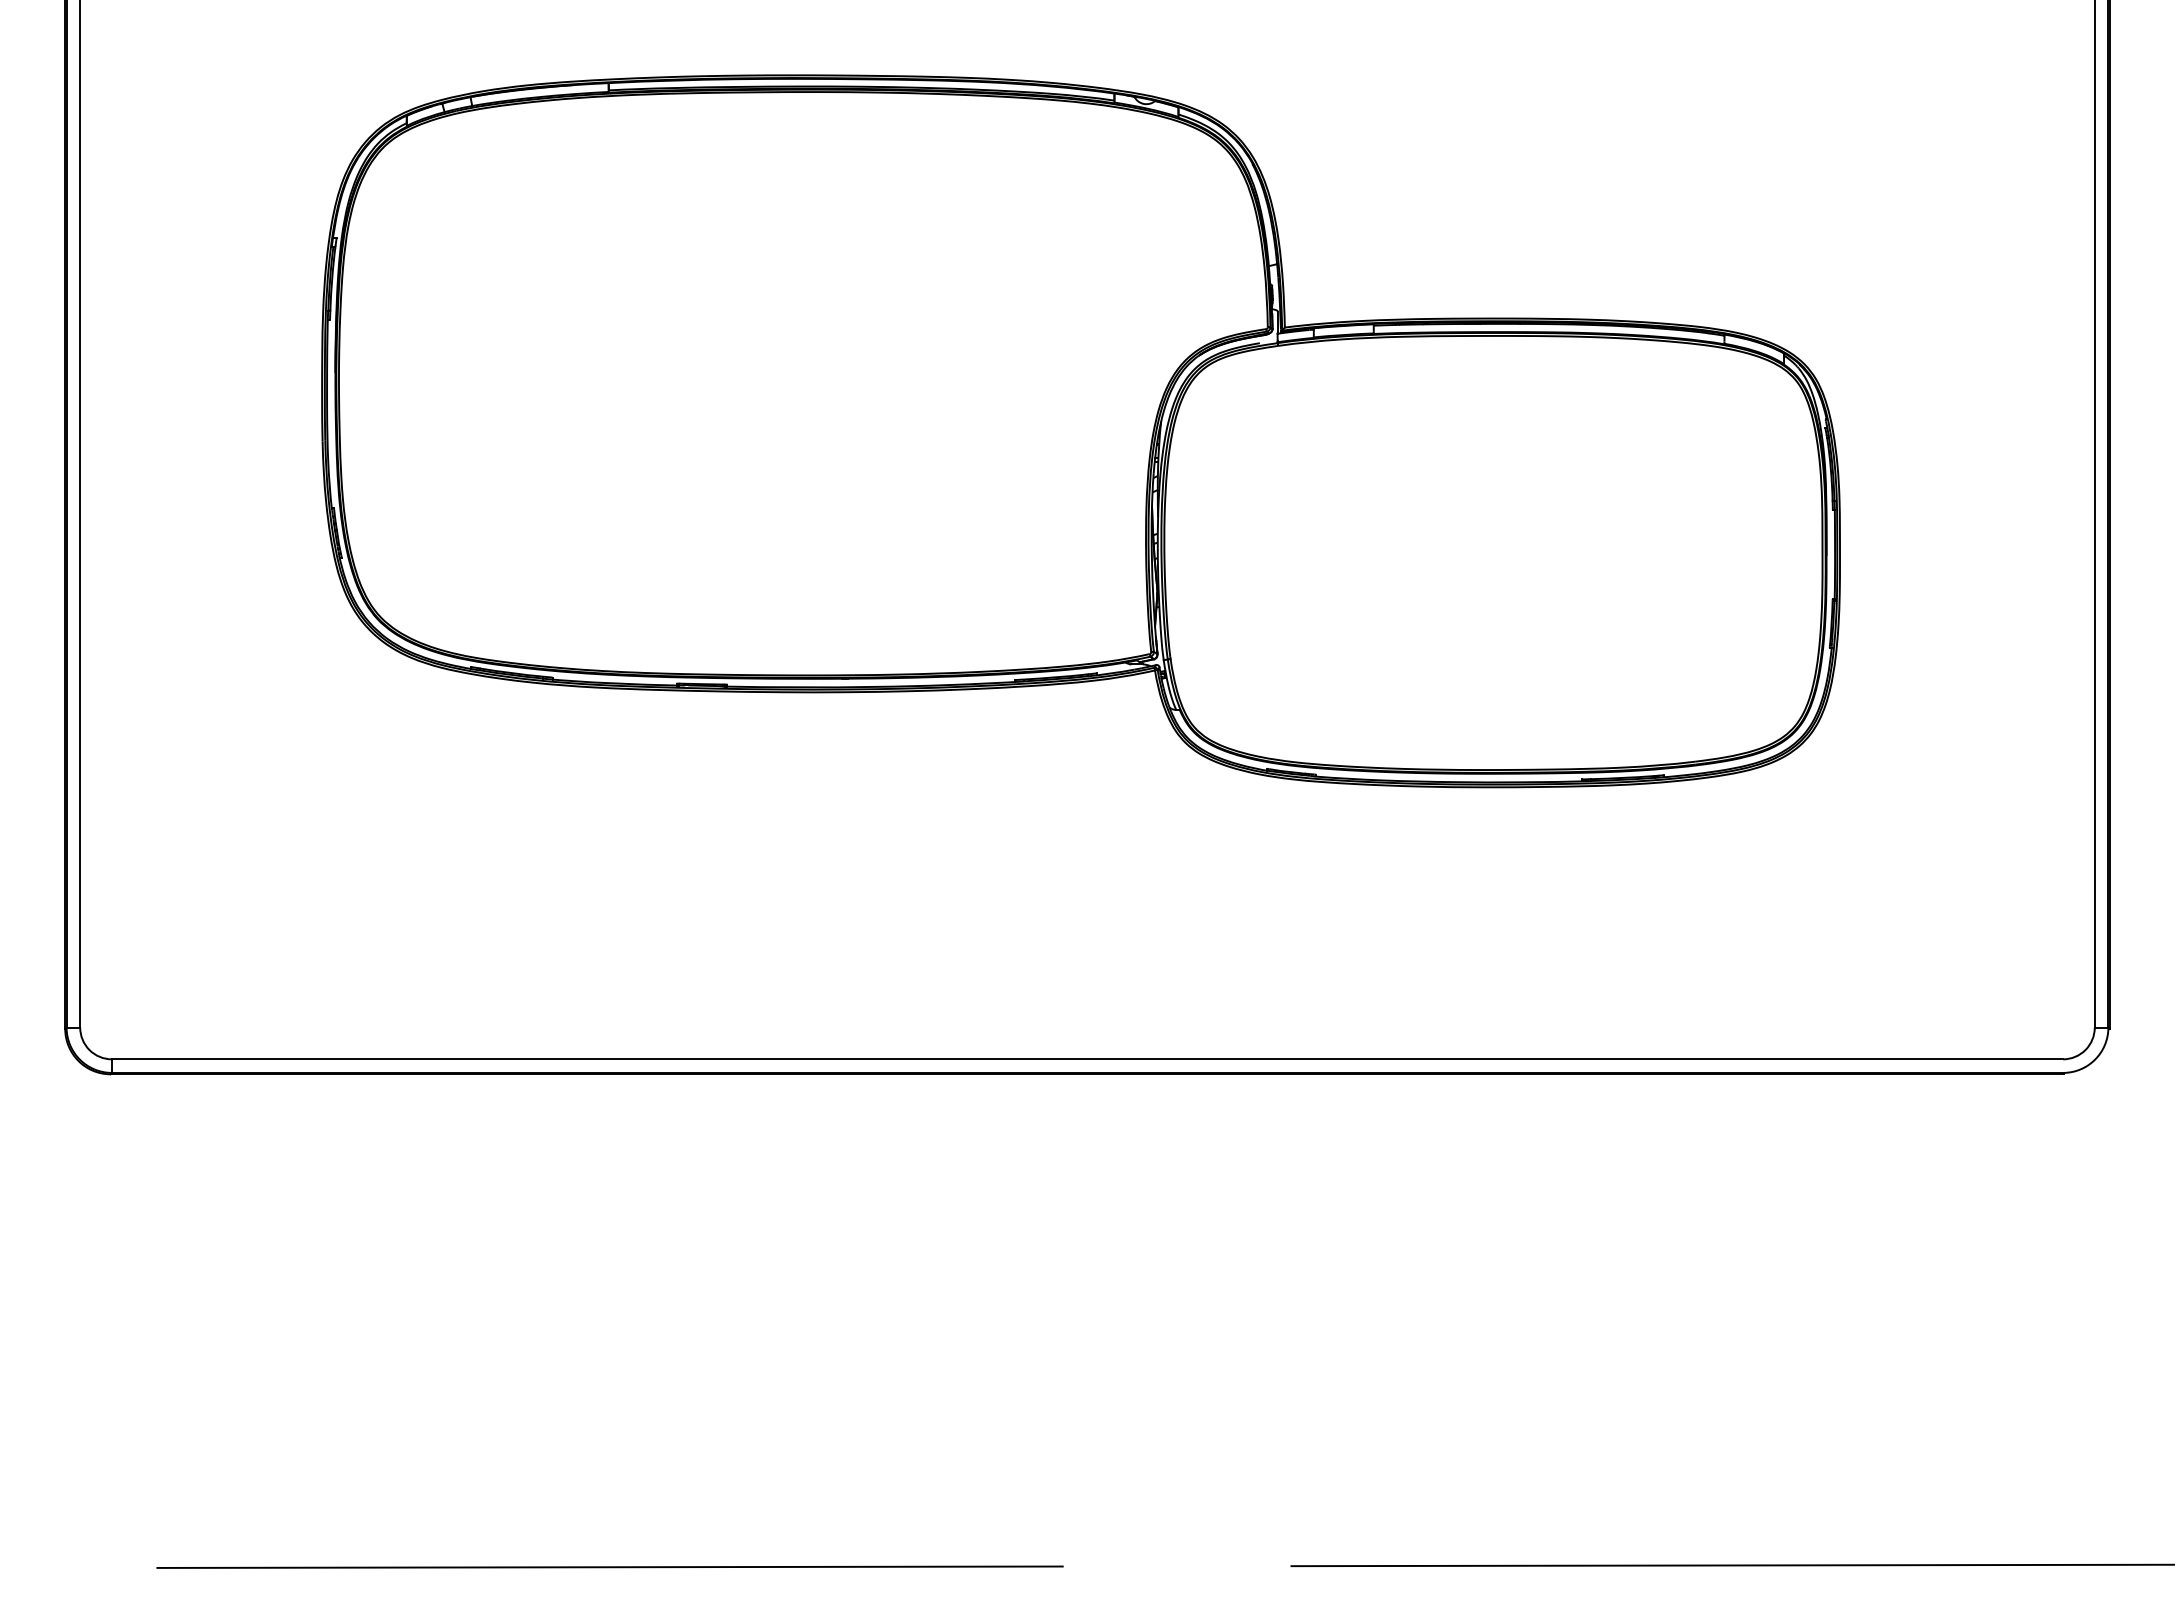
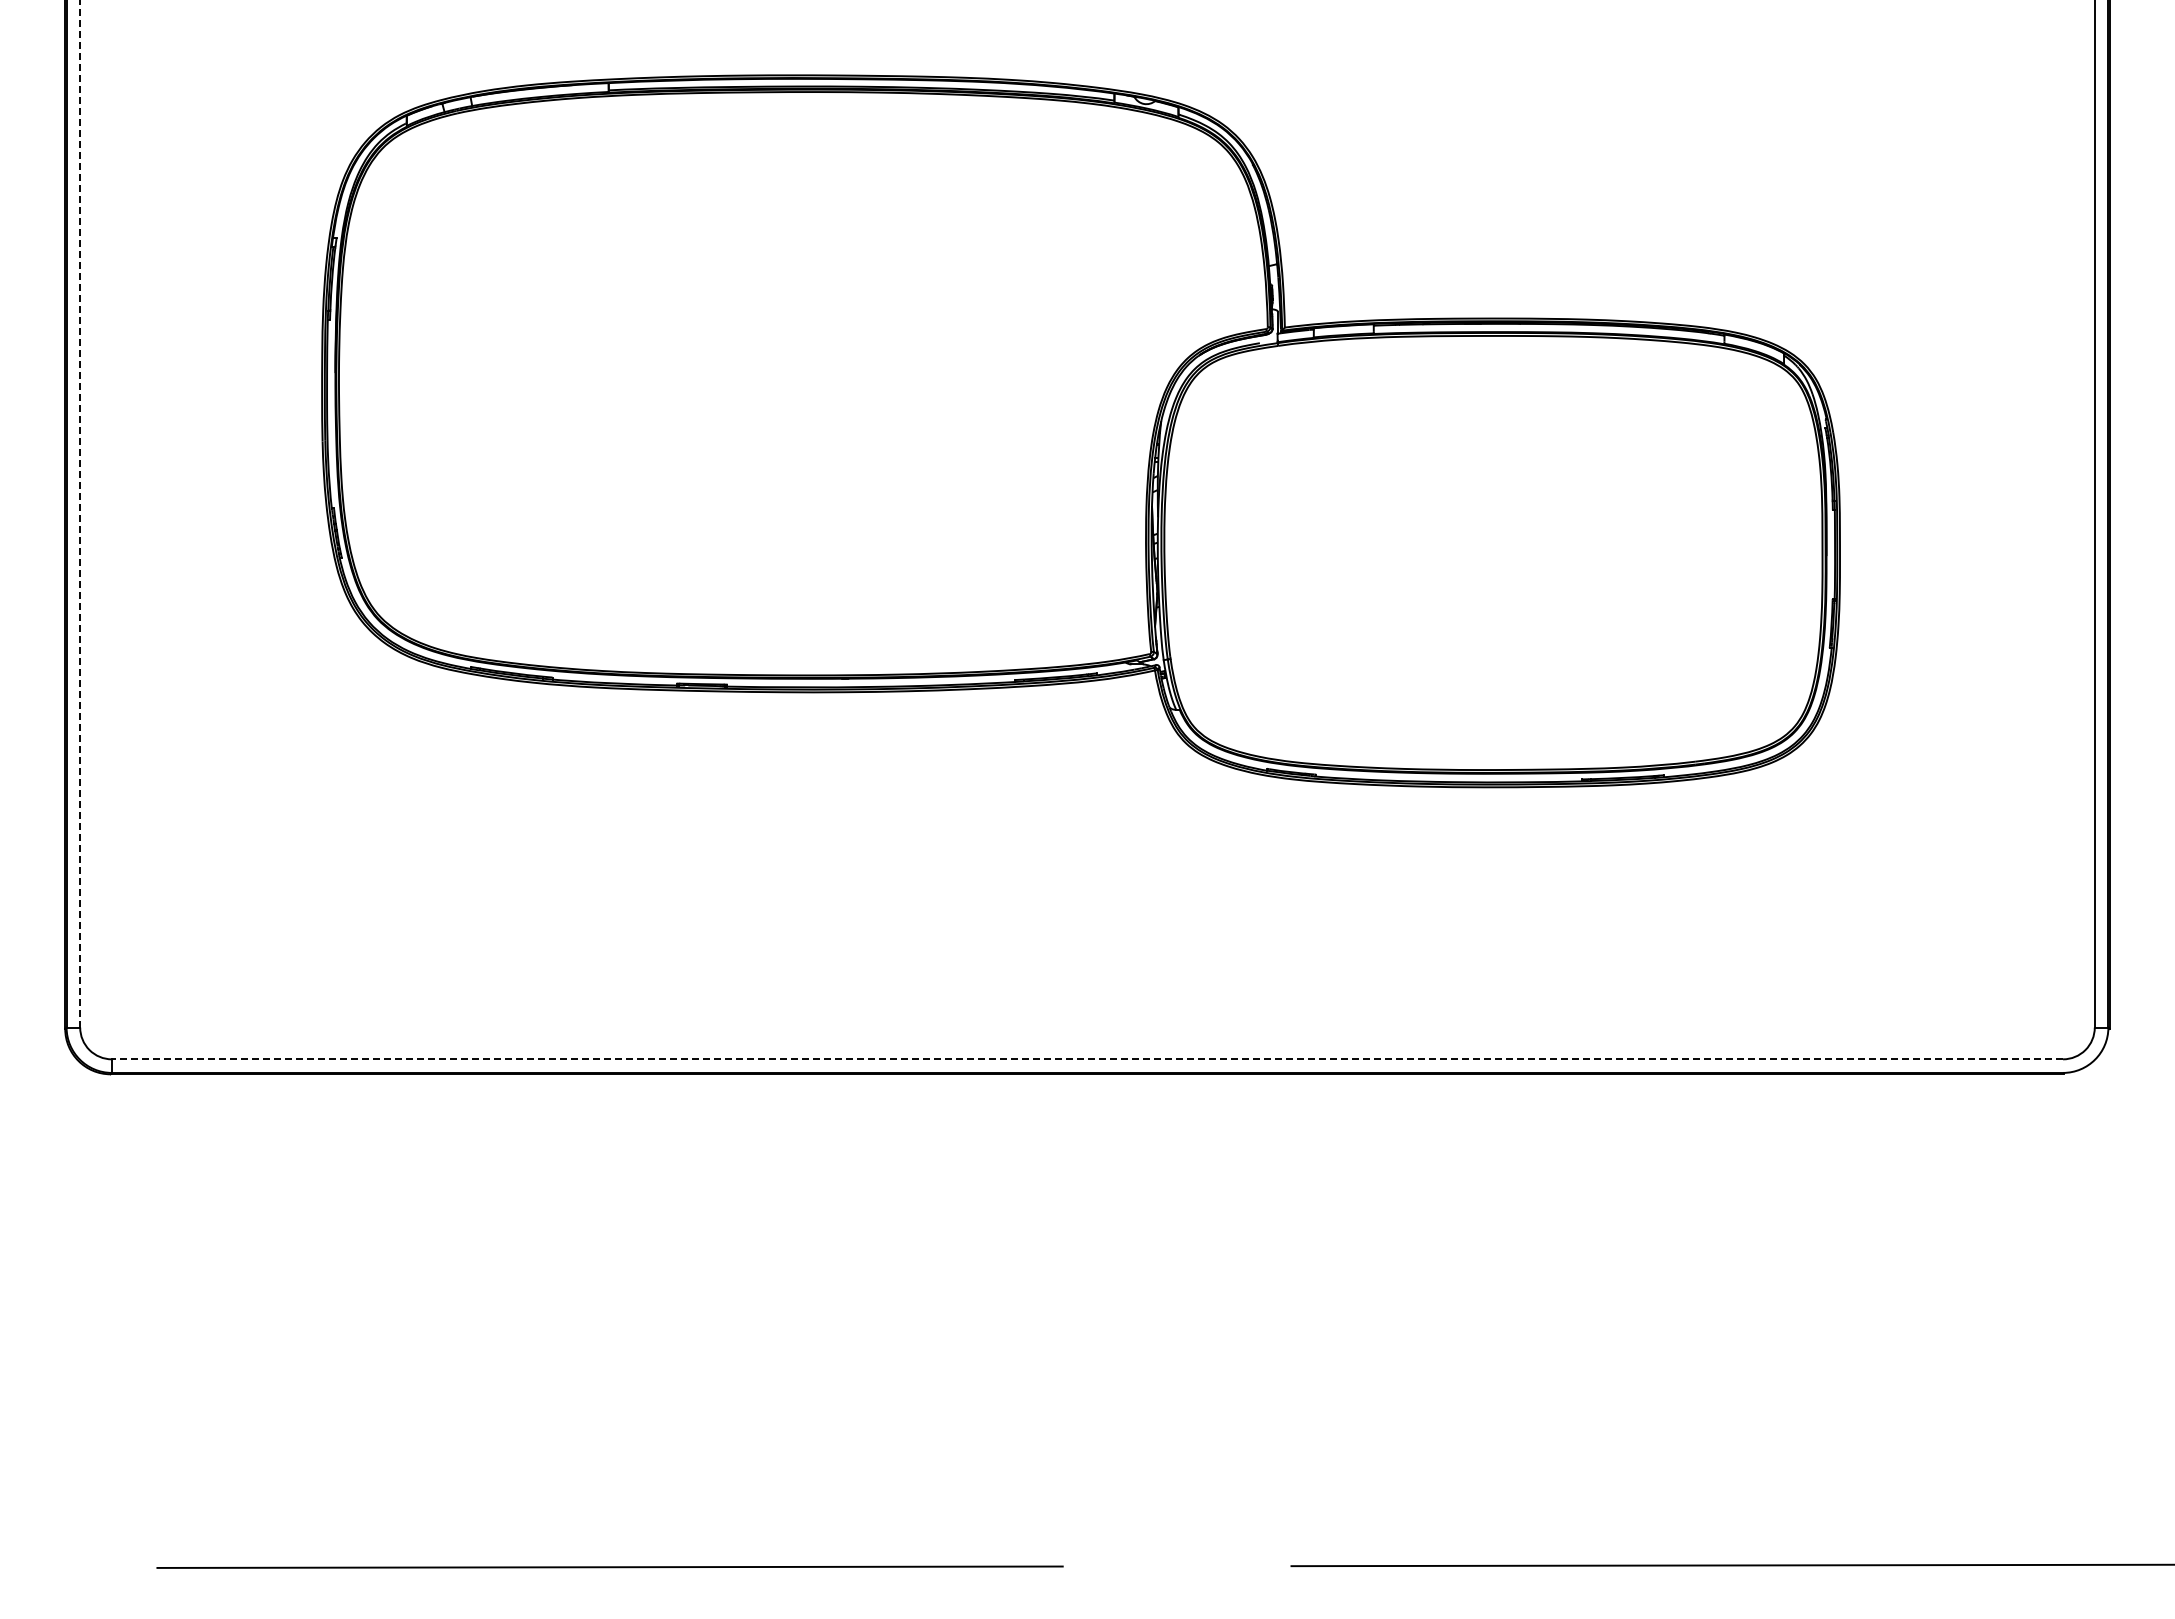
line at (80, 513): solid -> dashed
line at (1087, 1059): solid -> dashed
